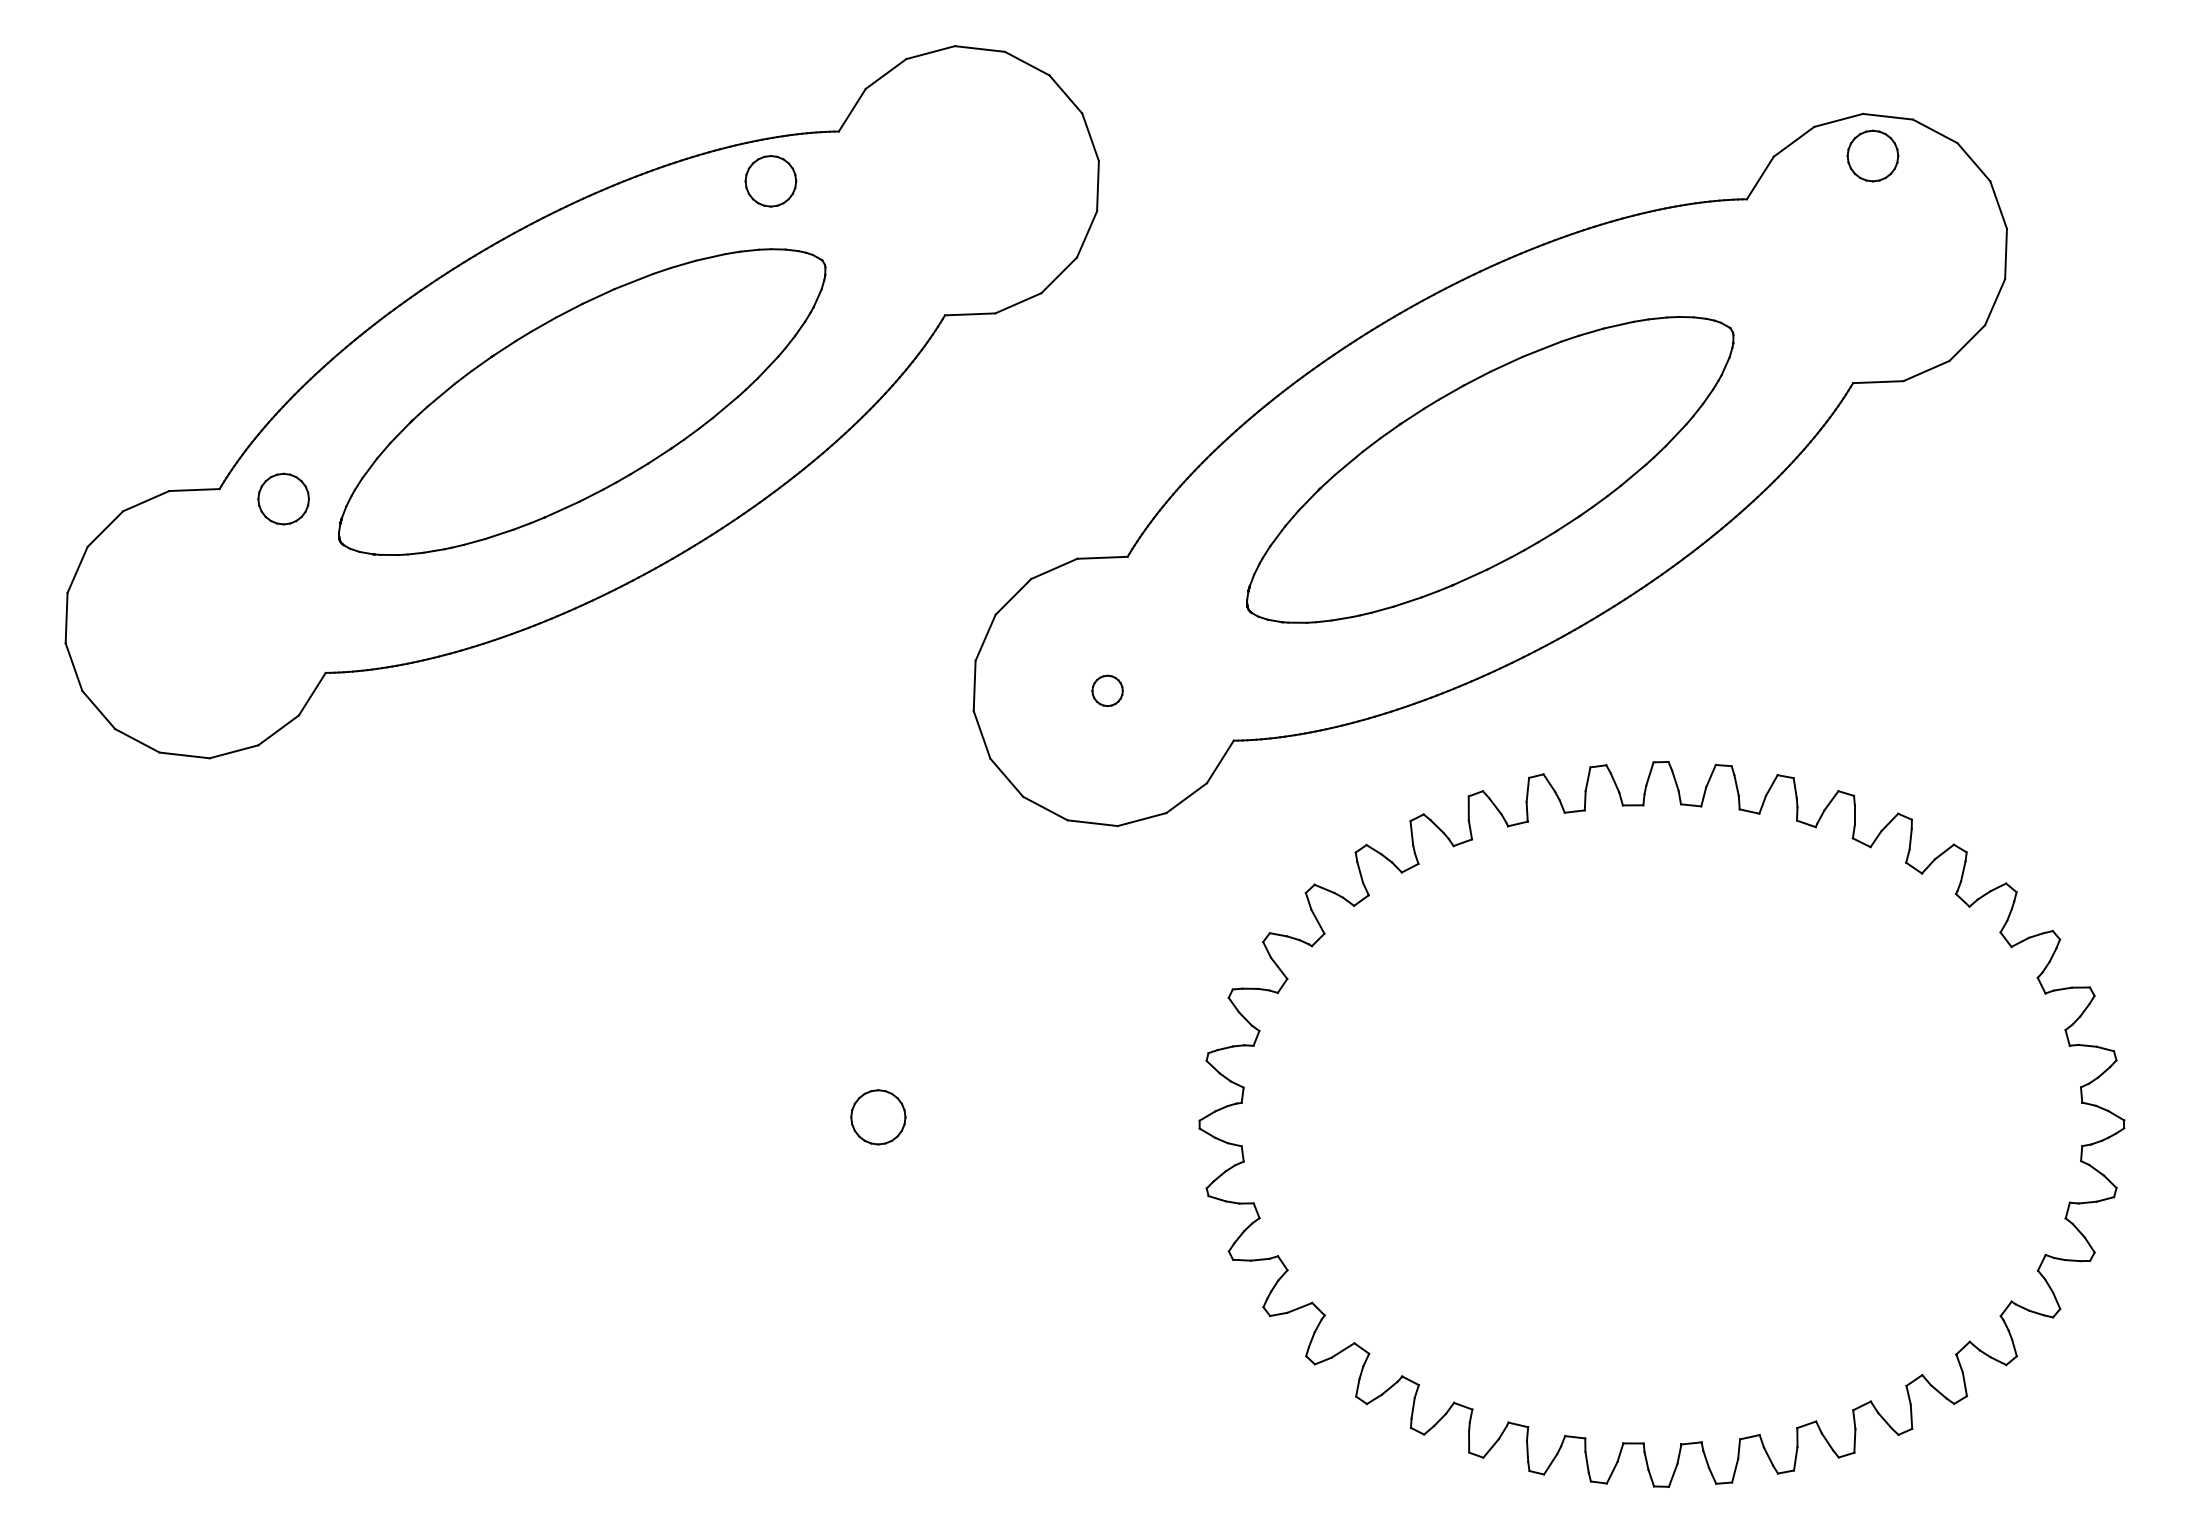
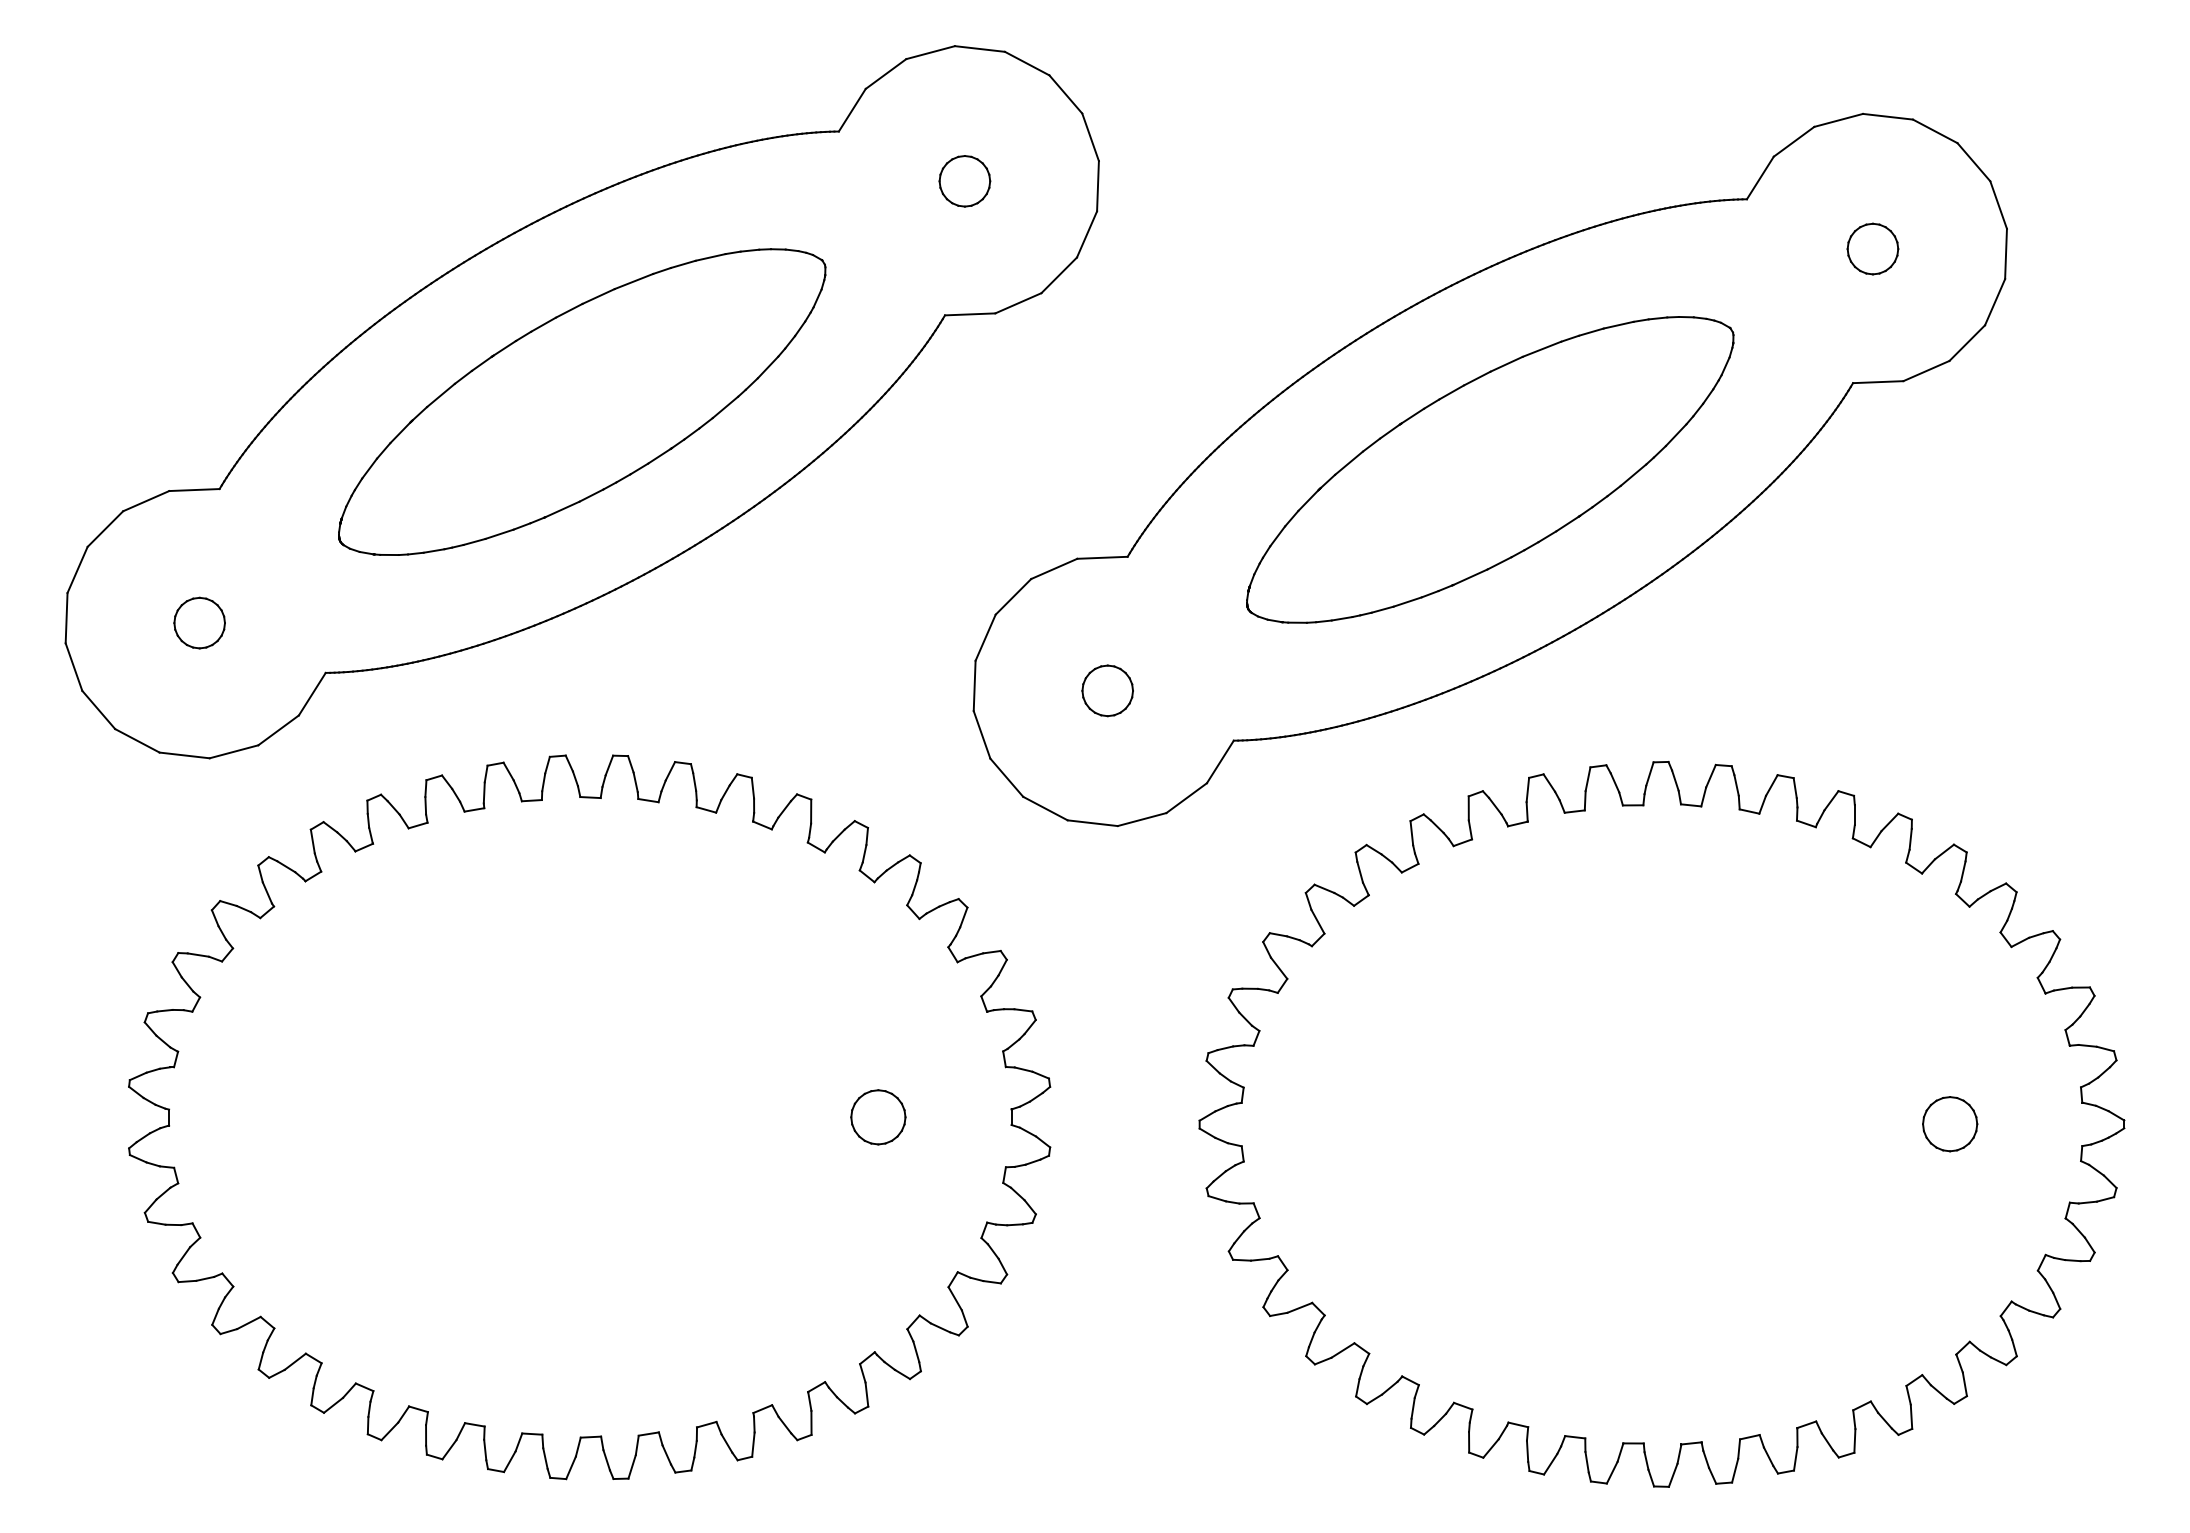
part at (1872, 155) position: (1872, 155) -> (1872, 248)
part at (770, 181) position: (770, 181) -> (964, 181)
part at (283, 498) position: (283, 498) -> (199, 622)
part at (1107, 690) size: 33x34 px -> 53x54 px
part at (589, 1117): none -> present
part at (1950, 1124): none -> present
